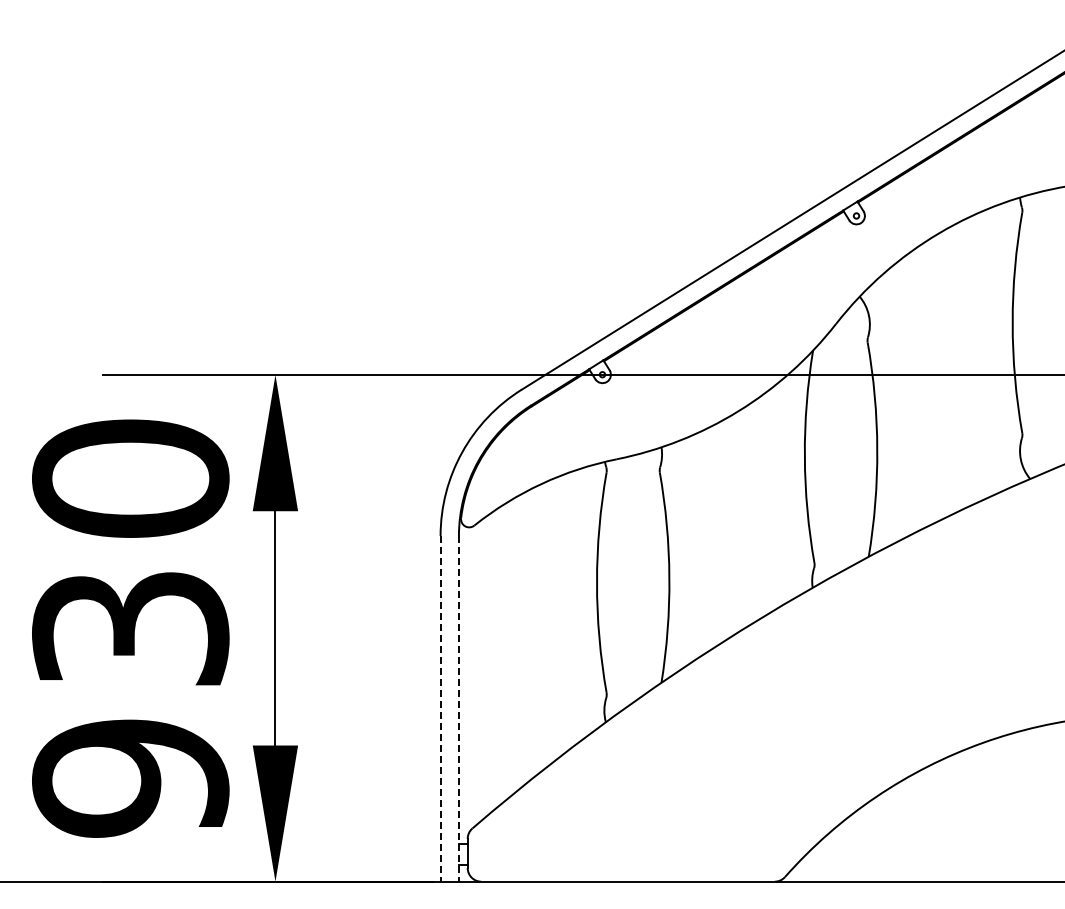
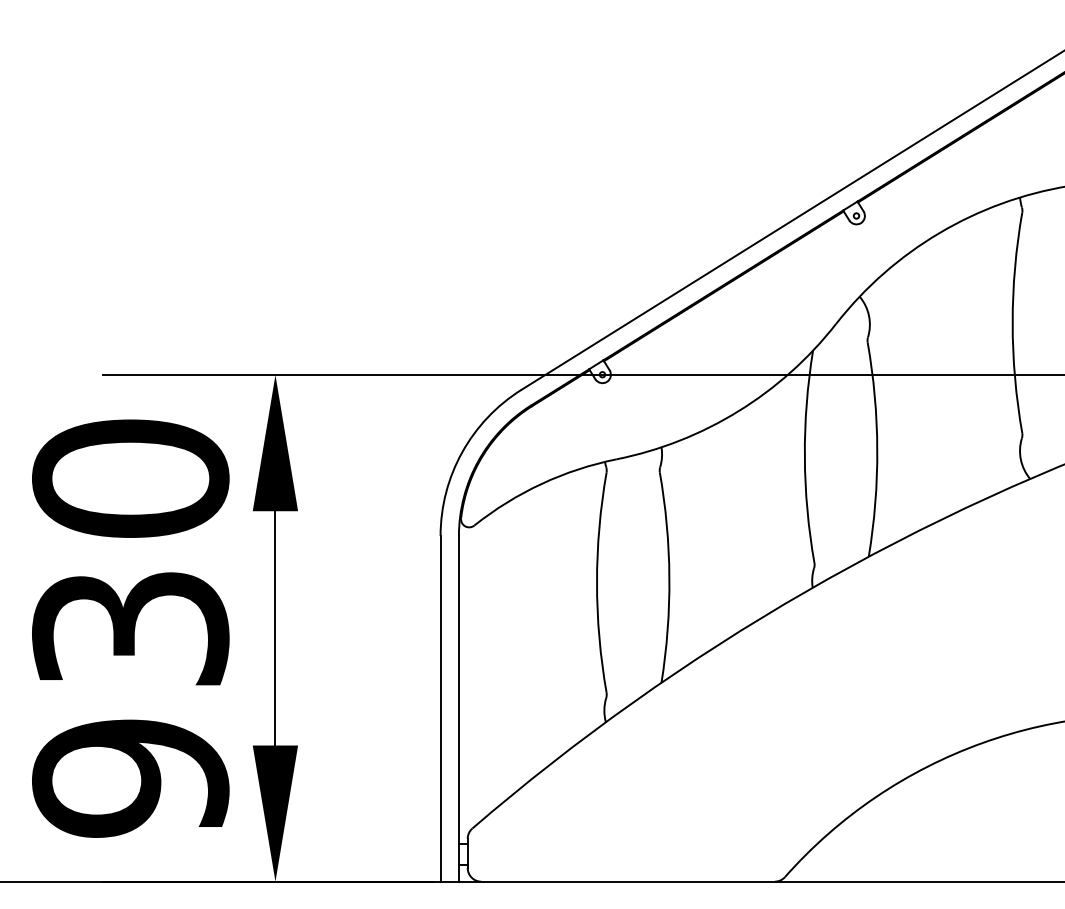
line at (440, 708): dashed -> solid
line at (459, 708): dashed -> solid
